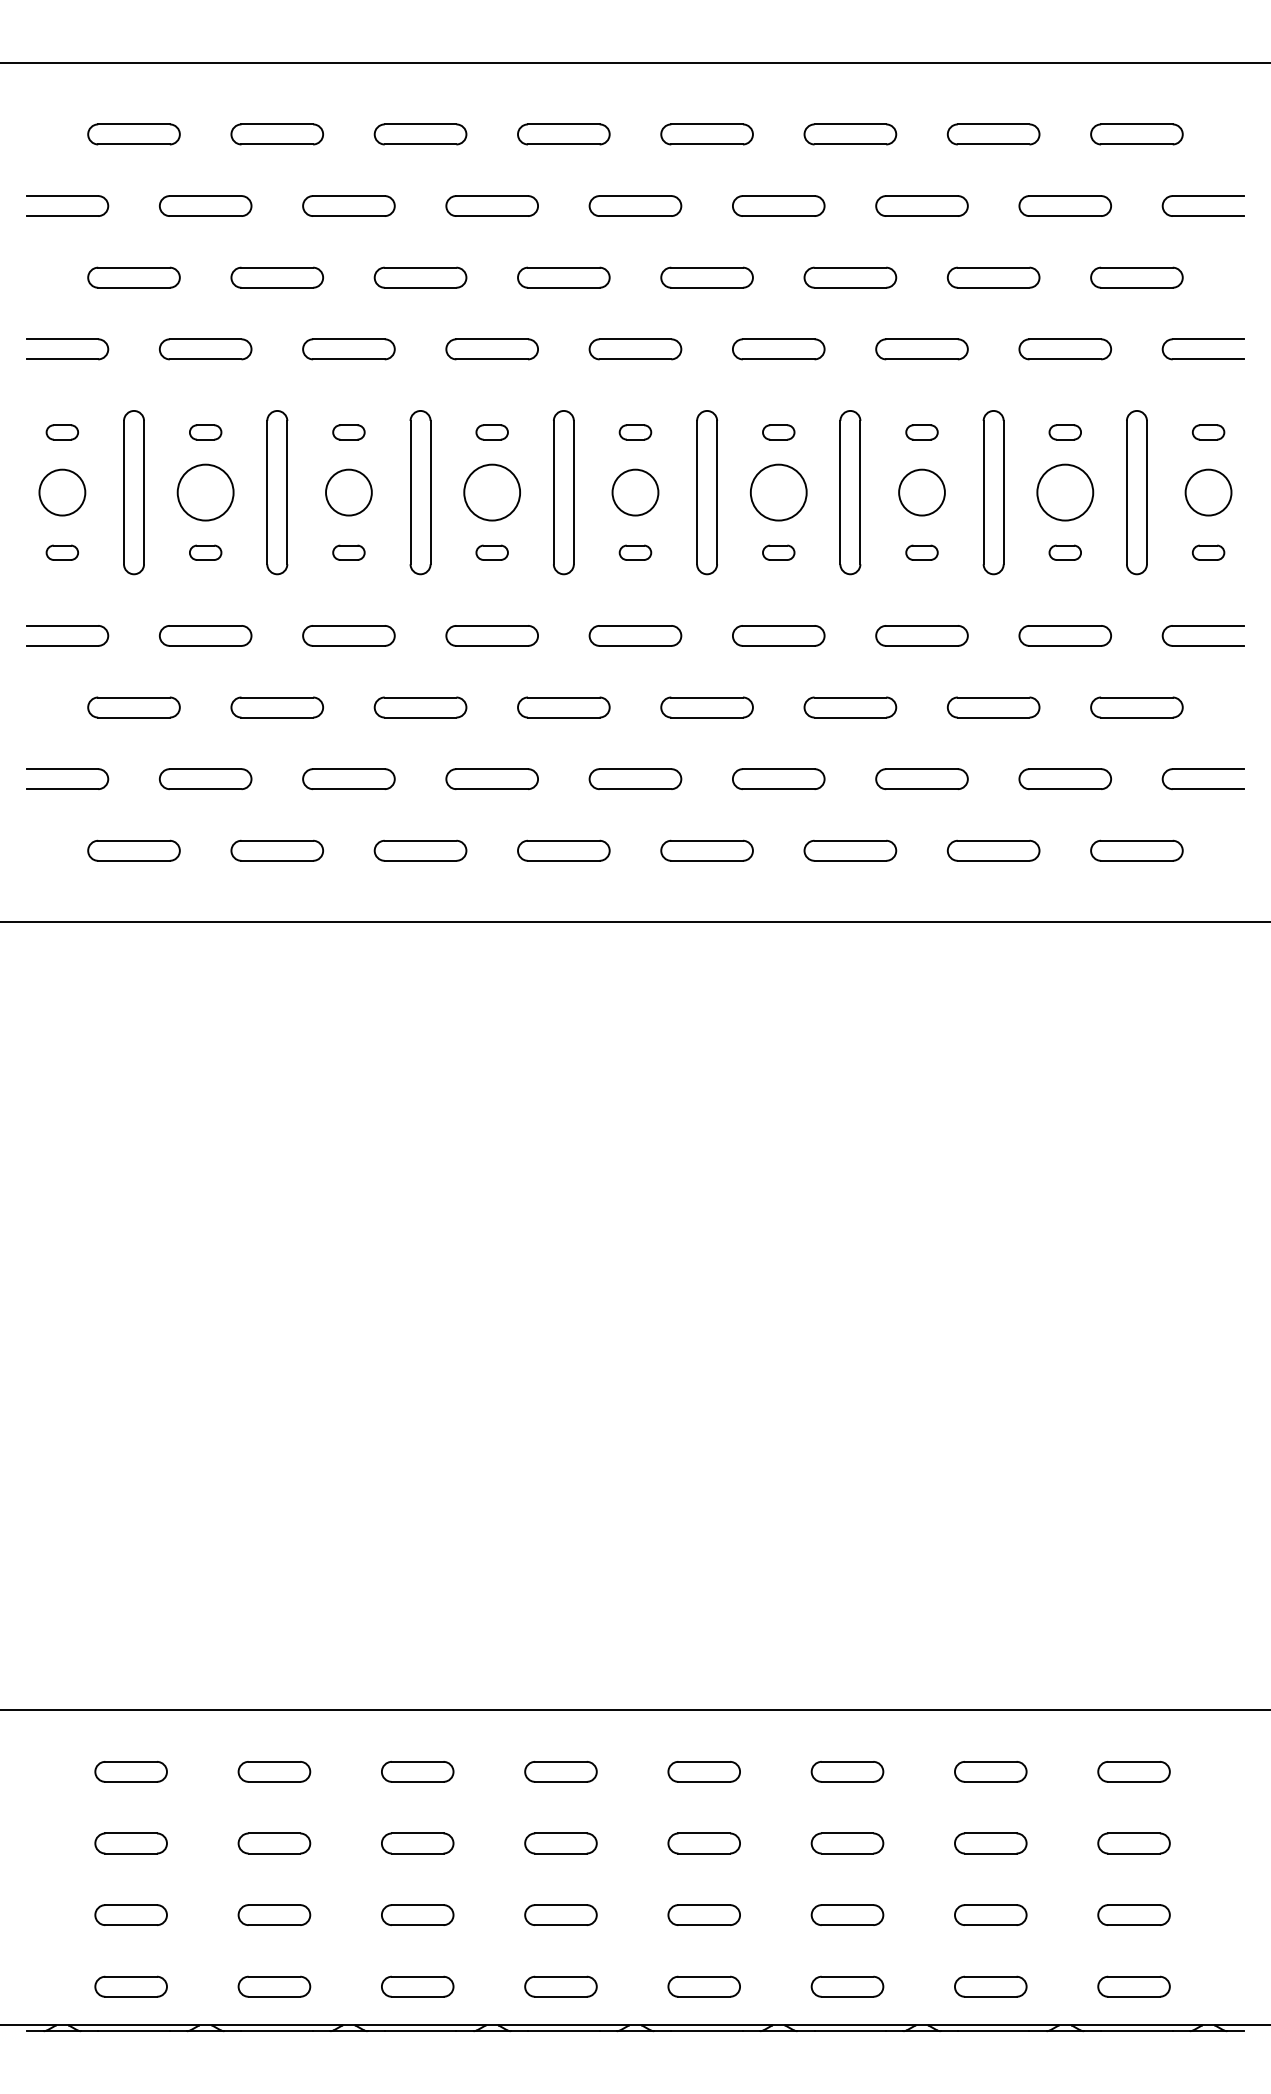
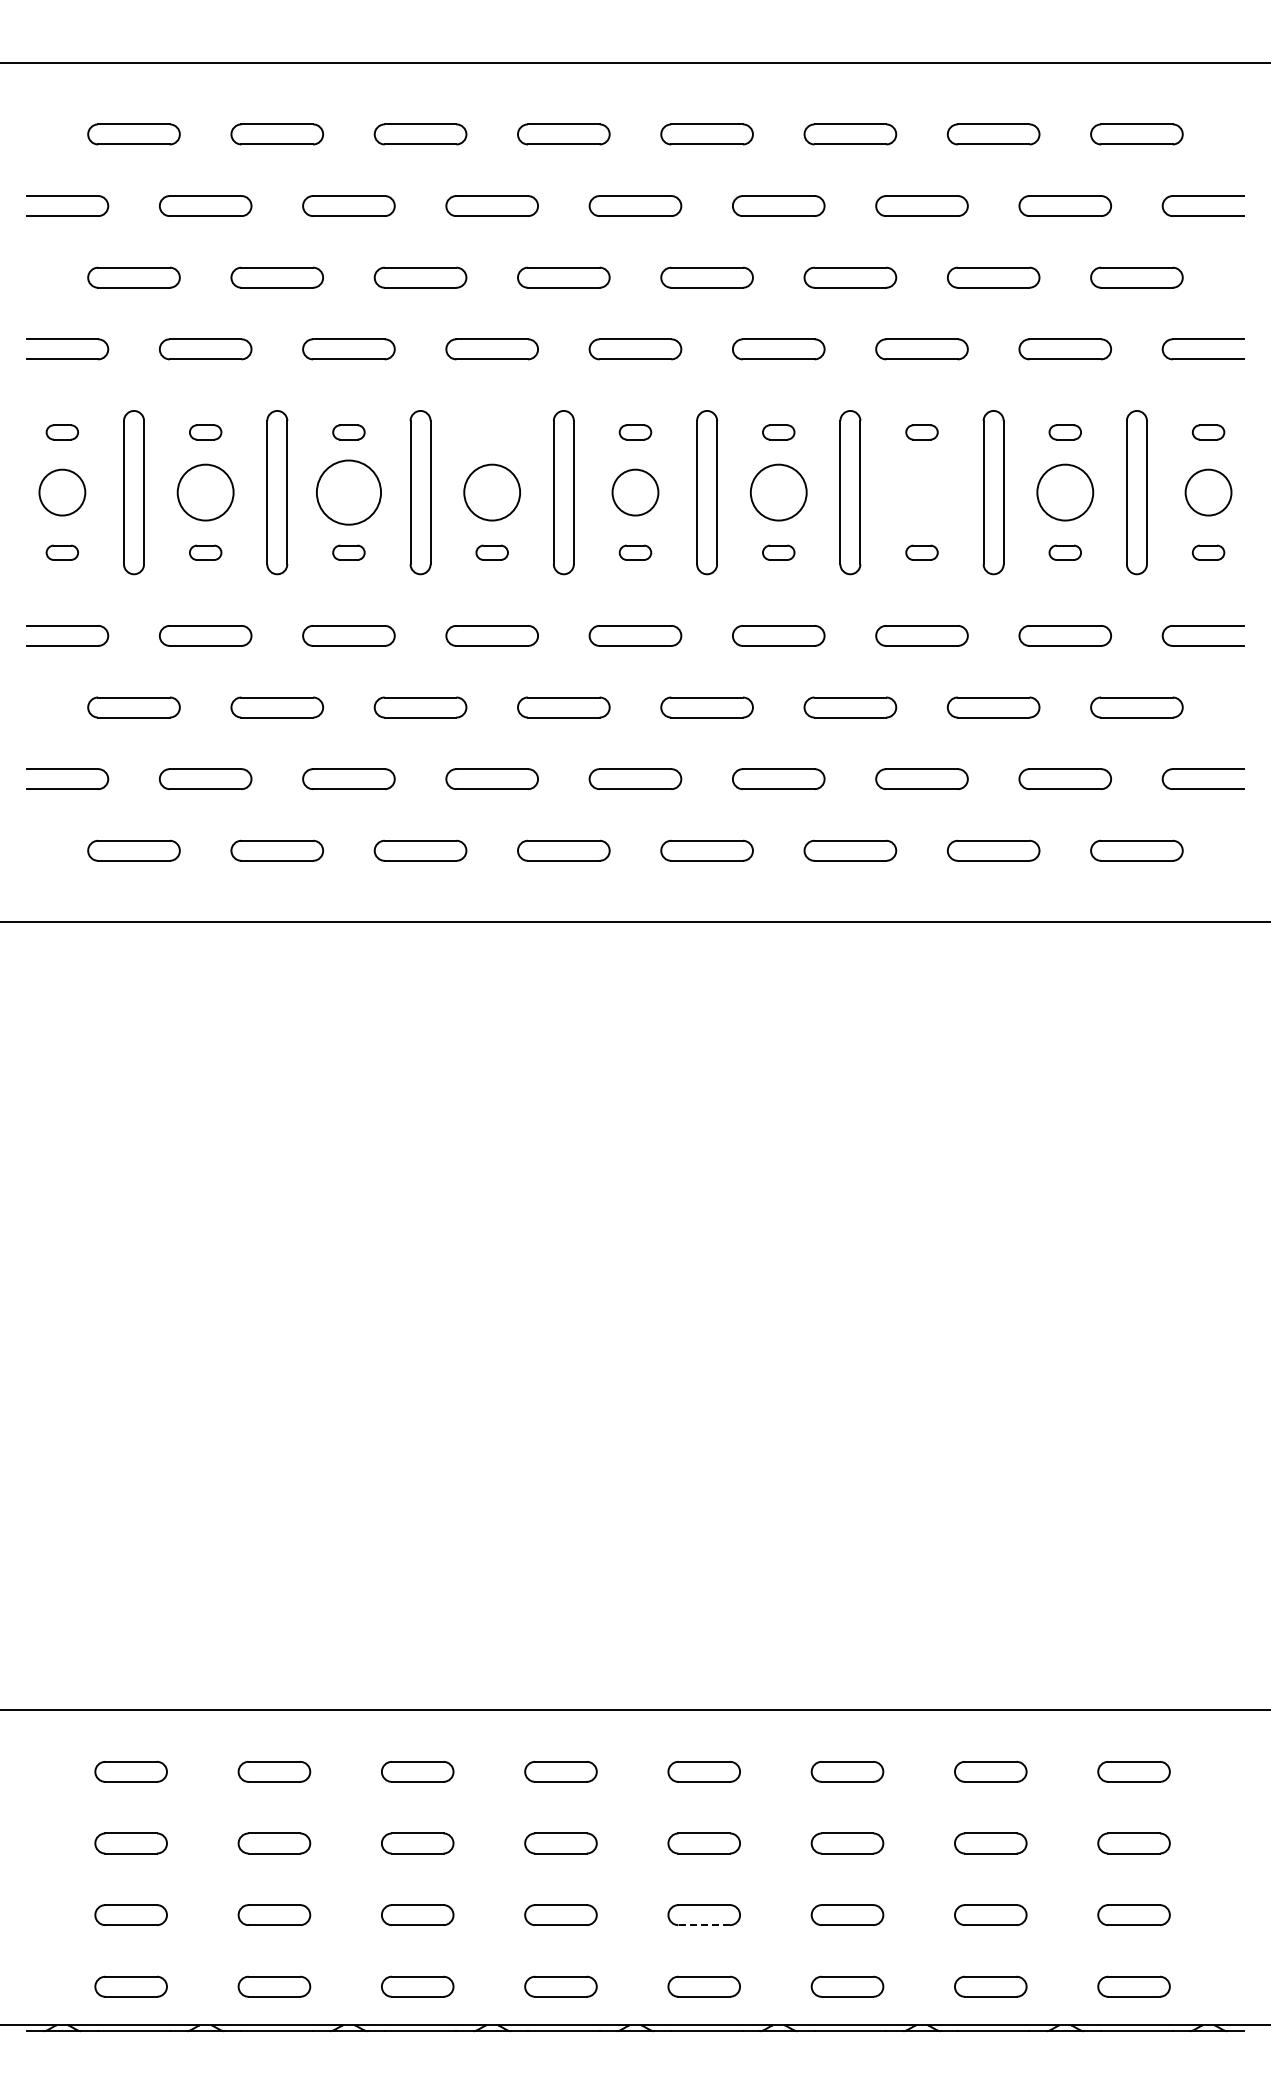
part at (491, 432): present -> none
circle at (348, 492) diameter: 46 px -> 64 px
circle at (921, 492): present -> none
line at (704, 1925): solid -> dashed
